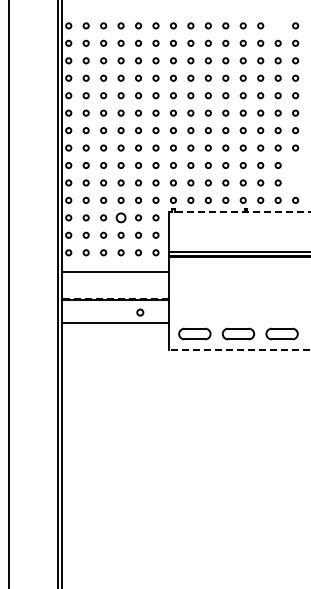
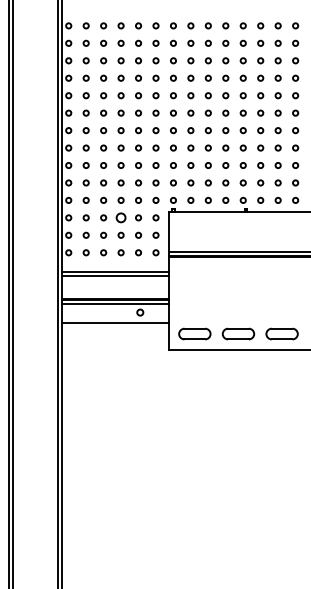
circle at (277, 25): none -> present
circle at (295, 165): none -> present
circle at (295, 182): none -> present
line at (239, 211): dashed -> solid
line at (114, 276): none -> present
line at (12, 293): none -> present
line at (114, 298): dashed -> solid
line at (114, 303): none -> present
line at (239, 349): dashed -> solid
